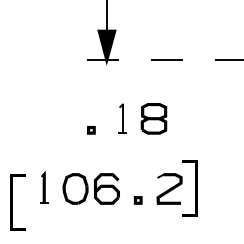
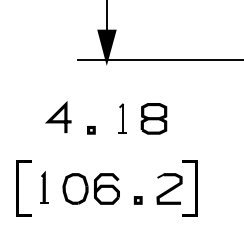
line at (160, 59): dashed -> solid
line at (57, 115): none -> present
line at (12, 202) position: (12, 202) -> (18, 188)
